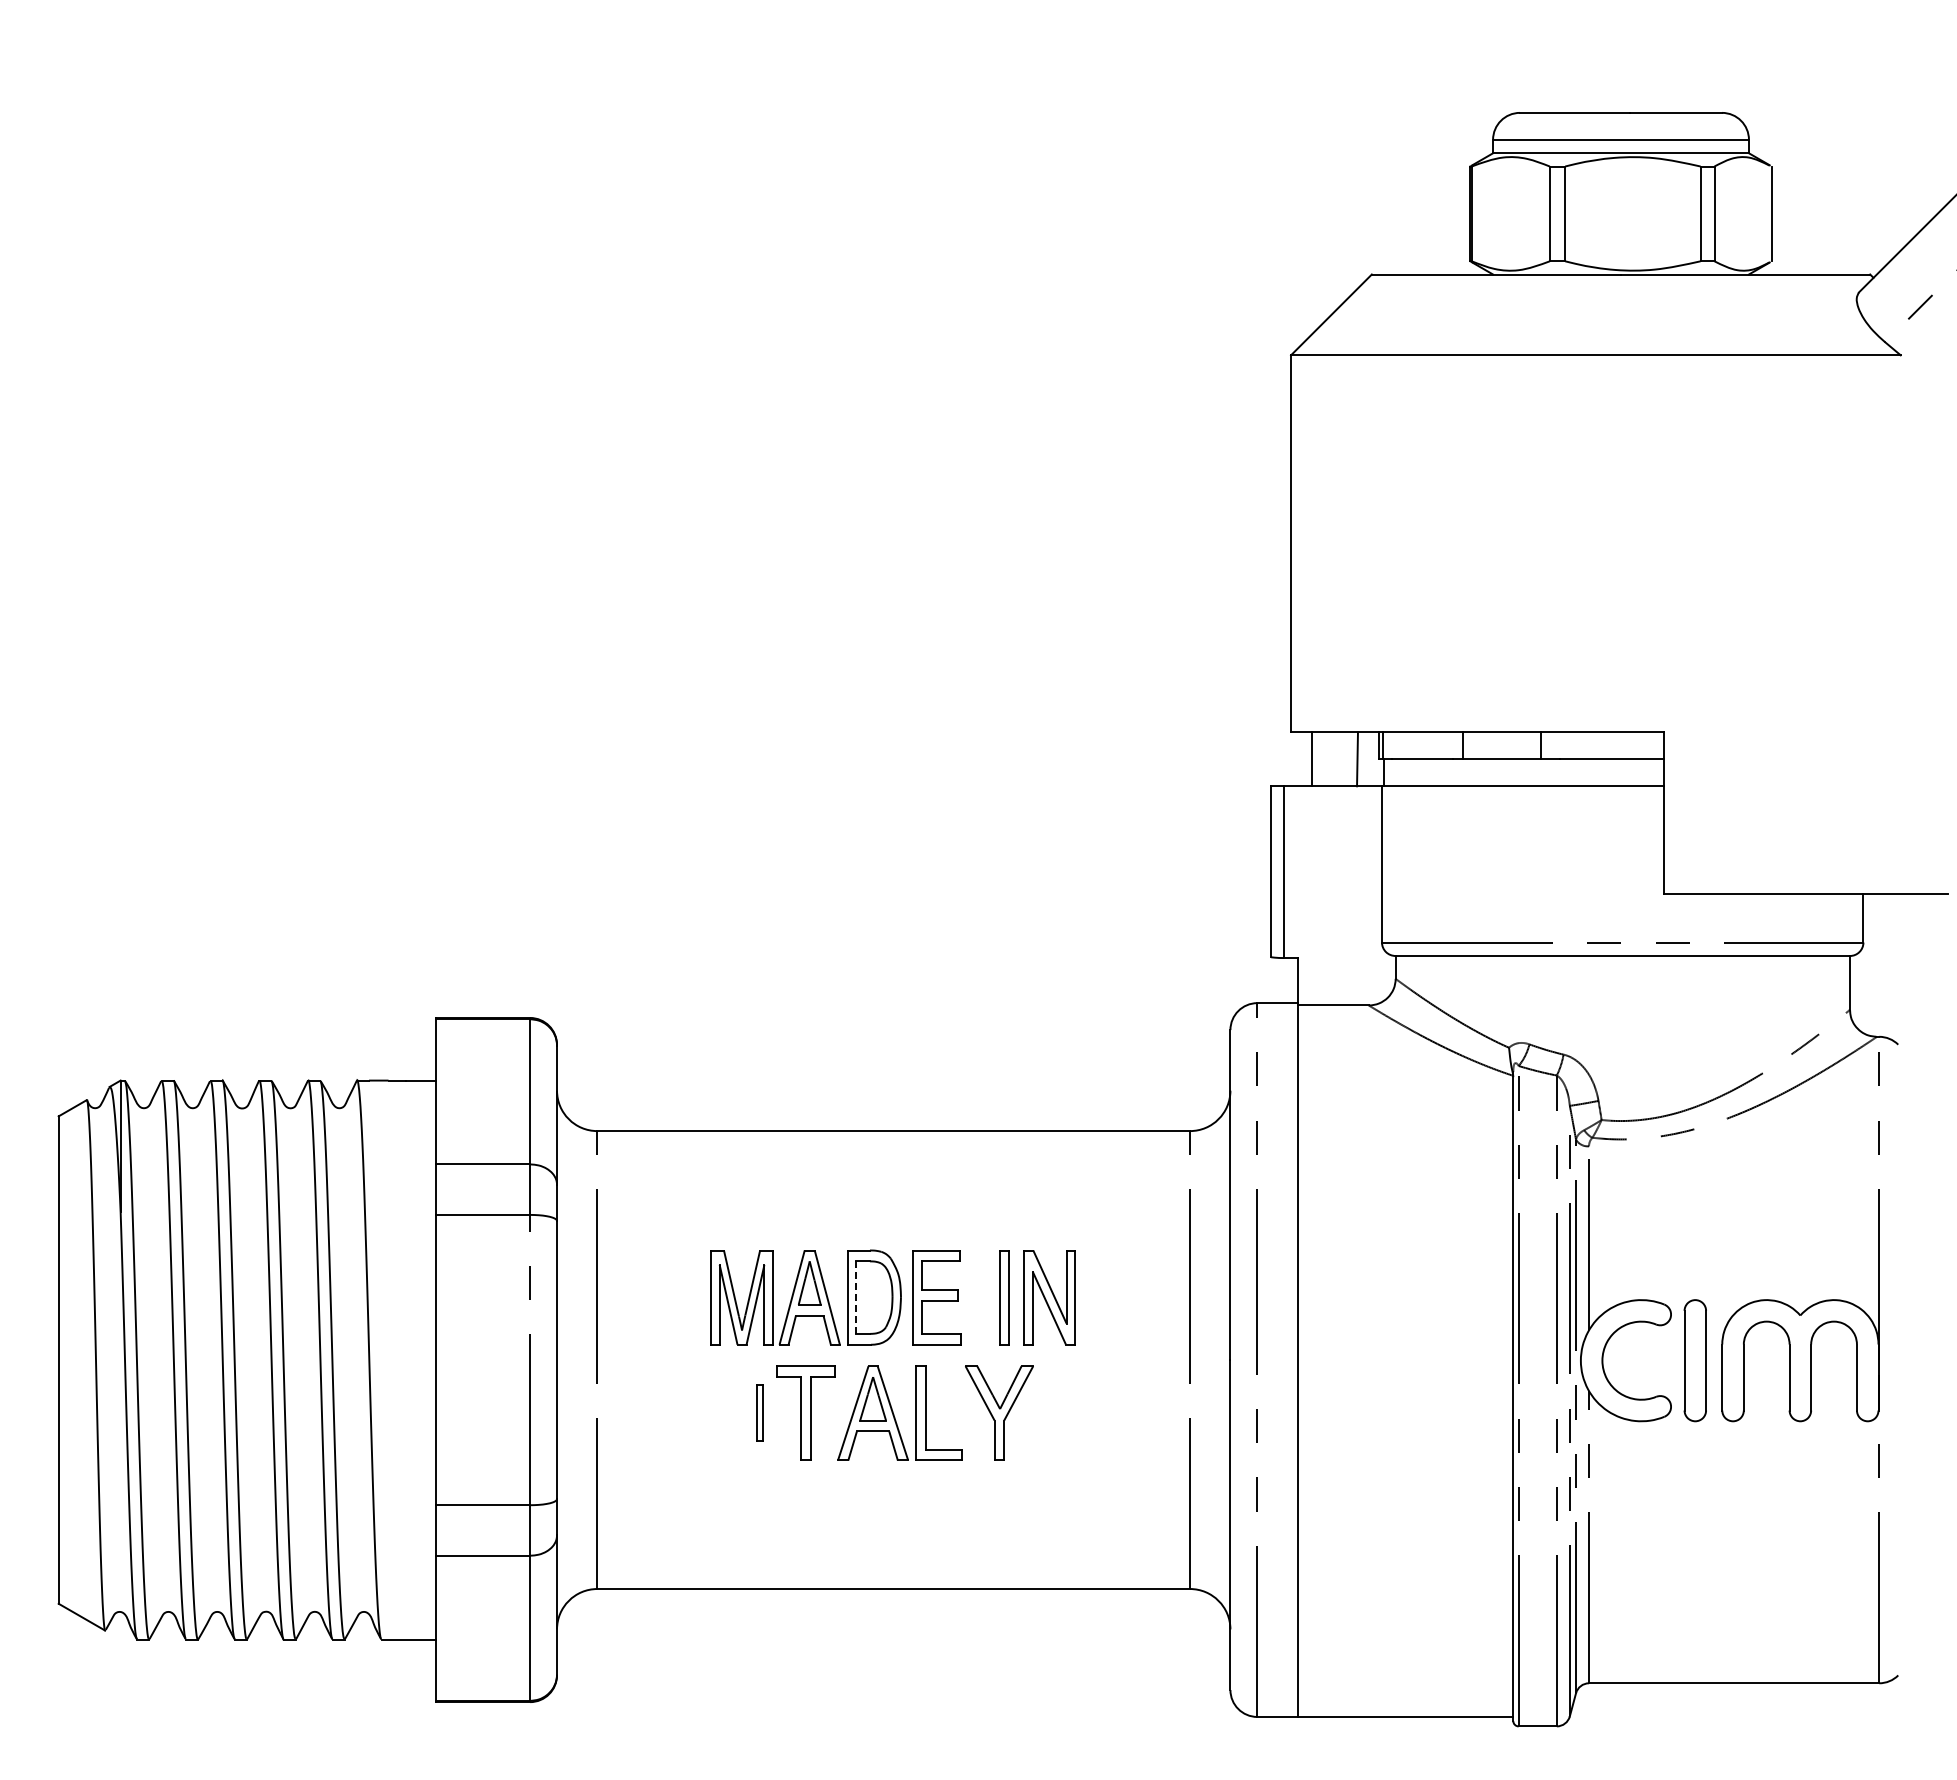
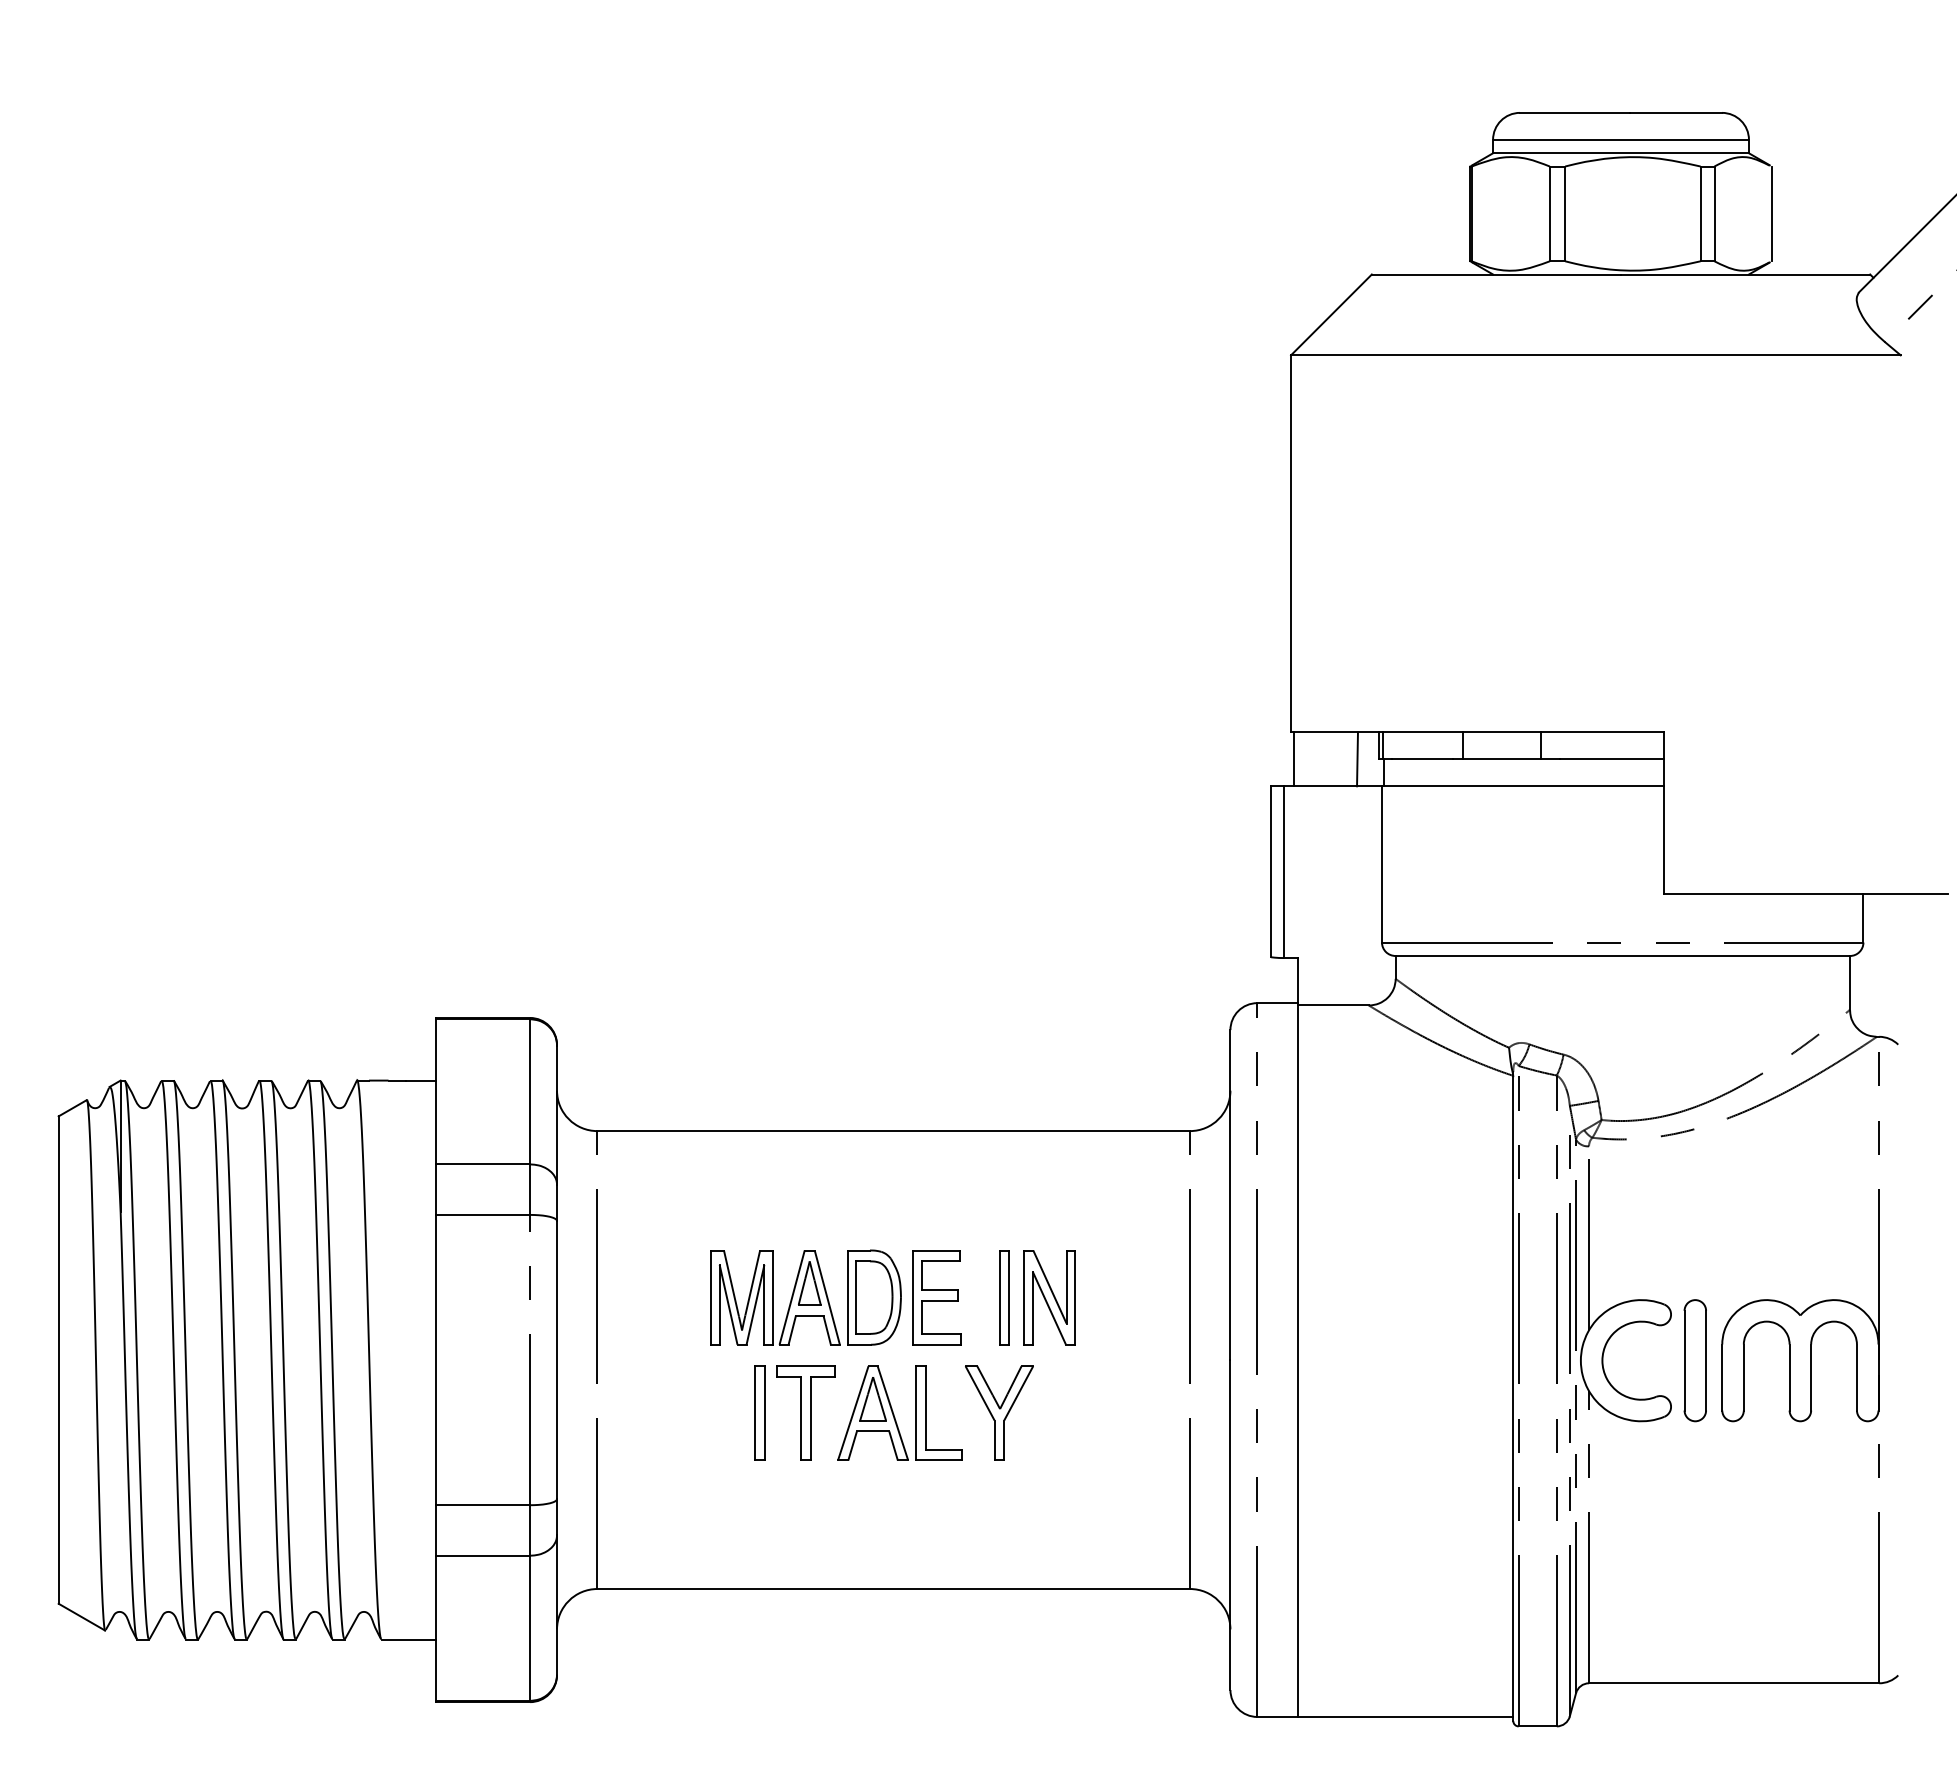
line at (1311, 759) position: (1311, 759) -> (1293, 759)
line at (856, 1298): dashed -> solid
part at (759, 1412) size: 8x58 px -> 12x96 px
